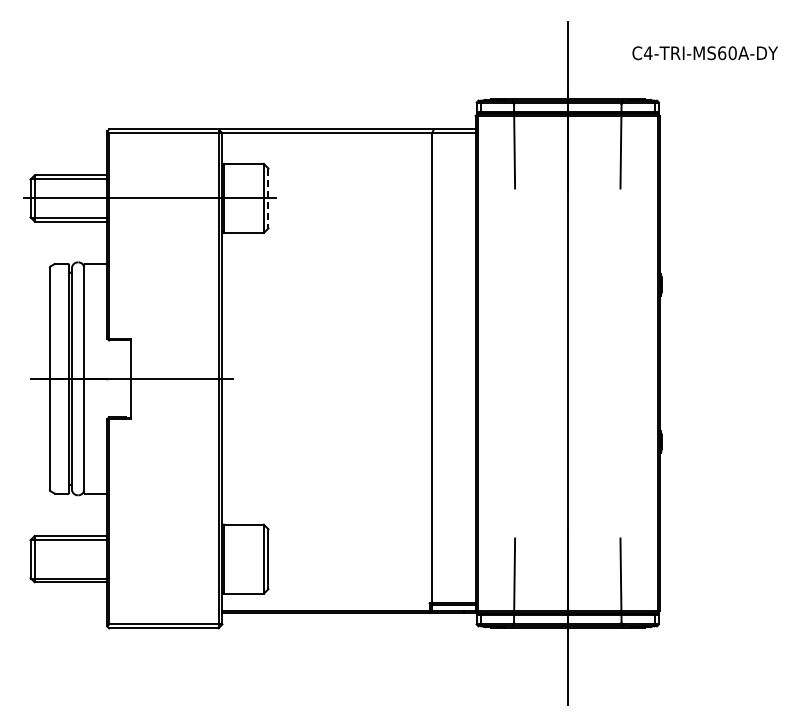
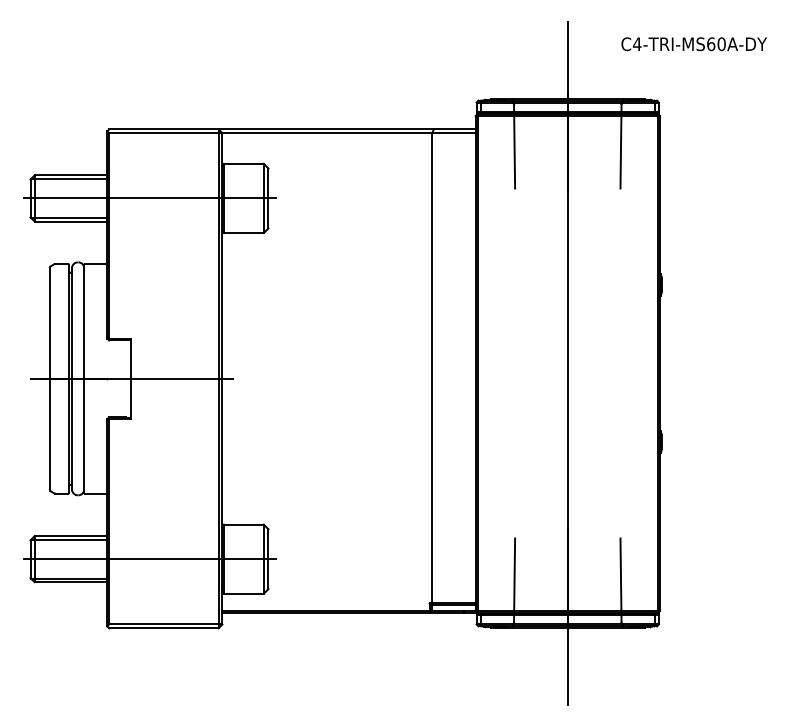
text at (704, 53) position: (704, 53) -> (693, 44)
line at (268, 198): dashed -> solid
line at (149, 559): none -> present
